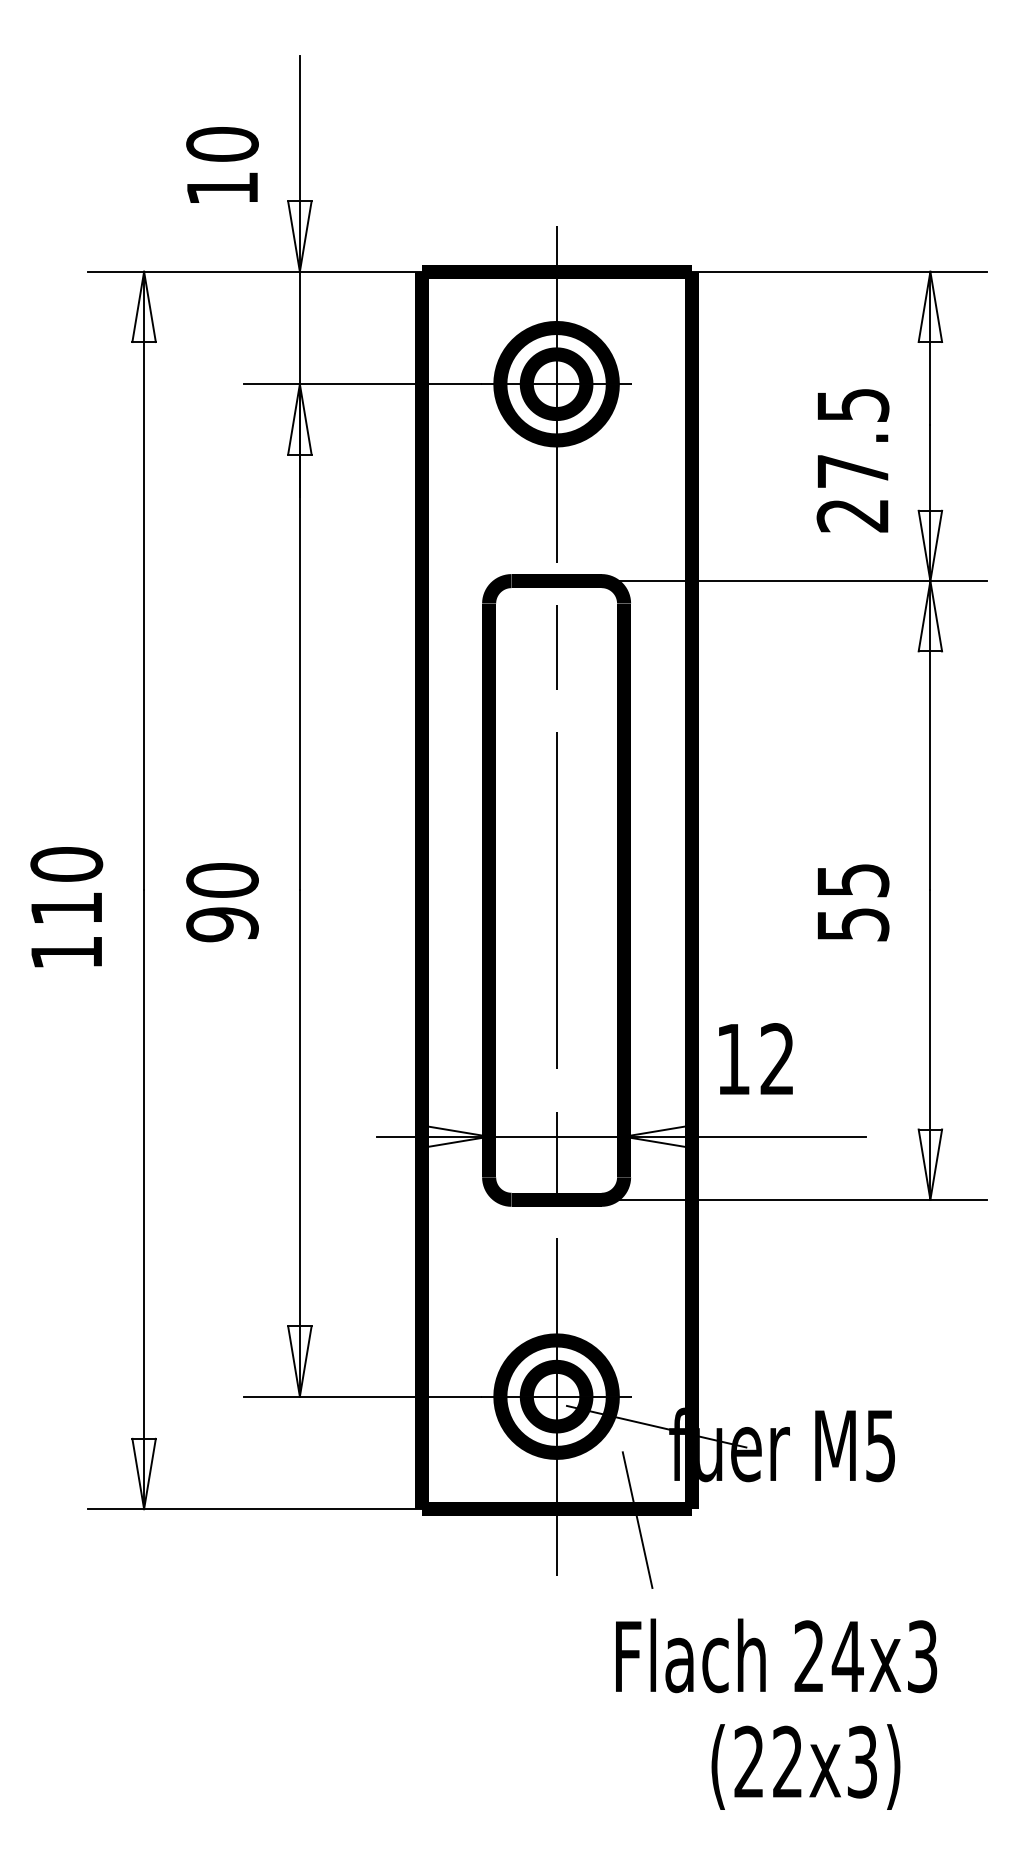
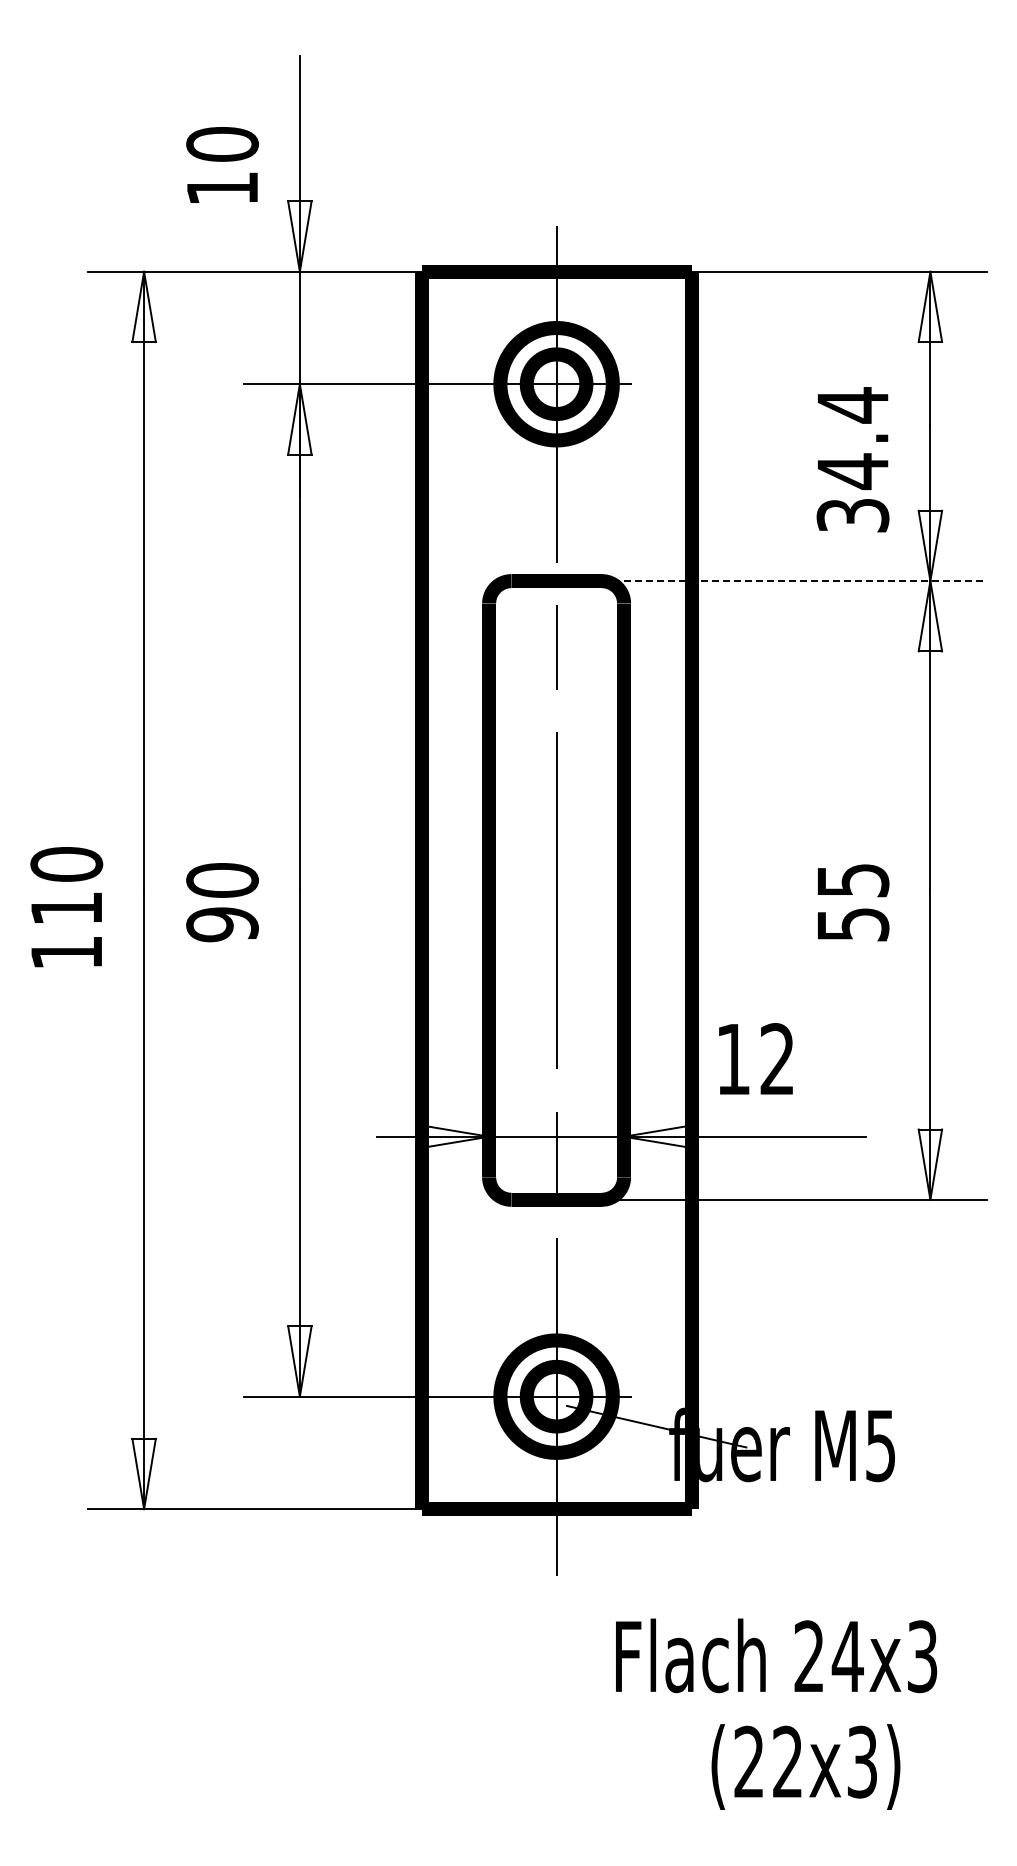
text at (852, 459): 27.5 -> 34.4
line at (794, 581): solid -> dashed
line at (637, 1519): present -> none
